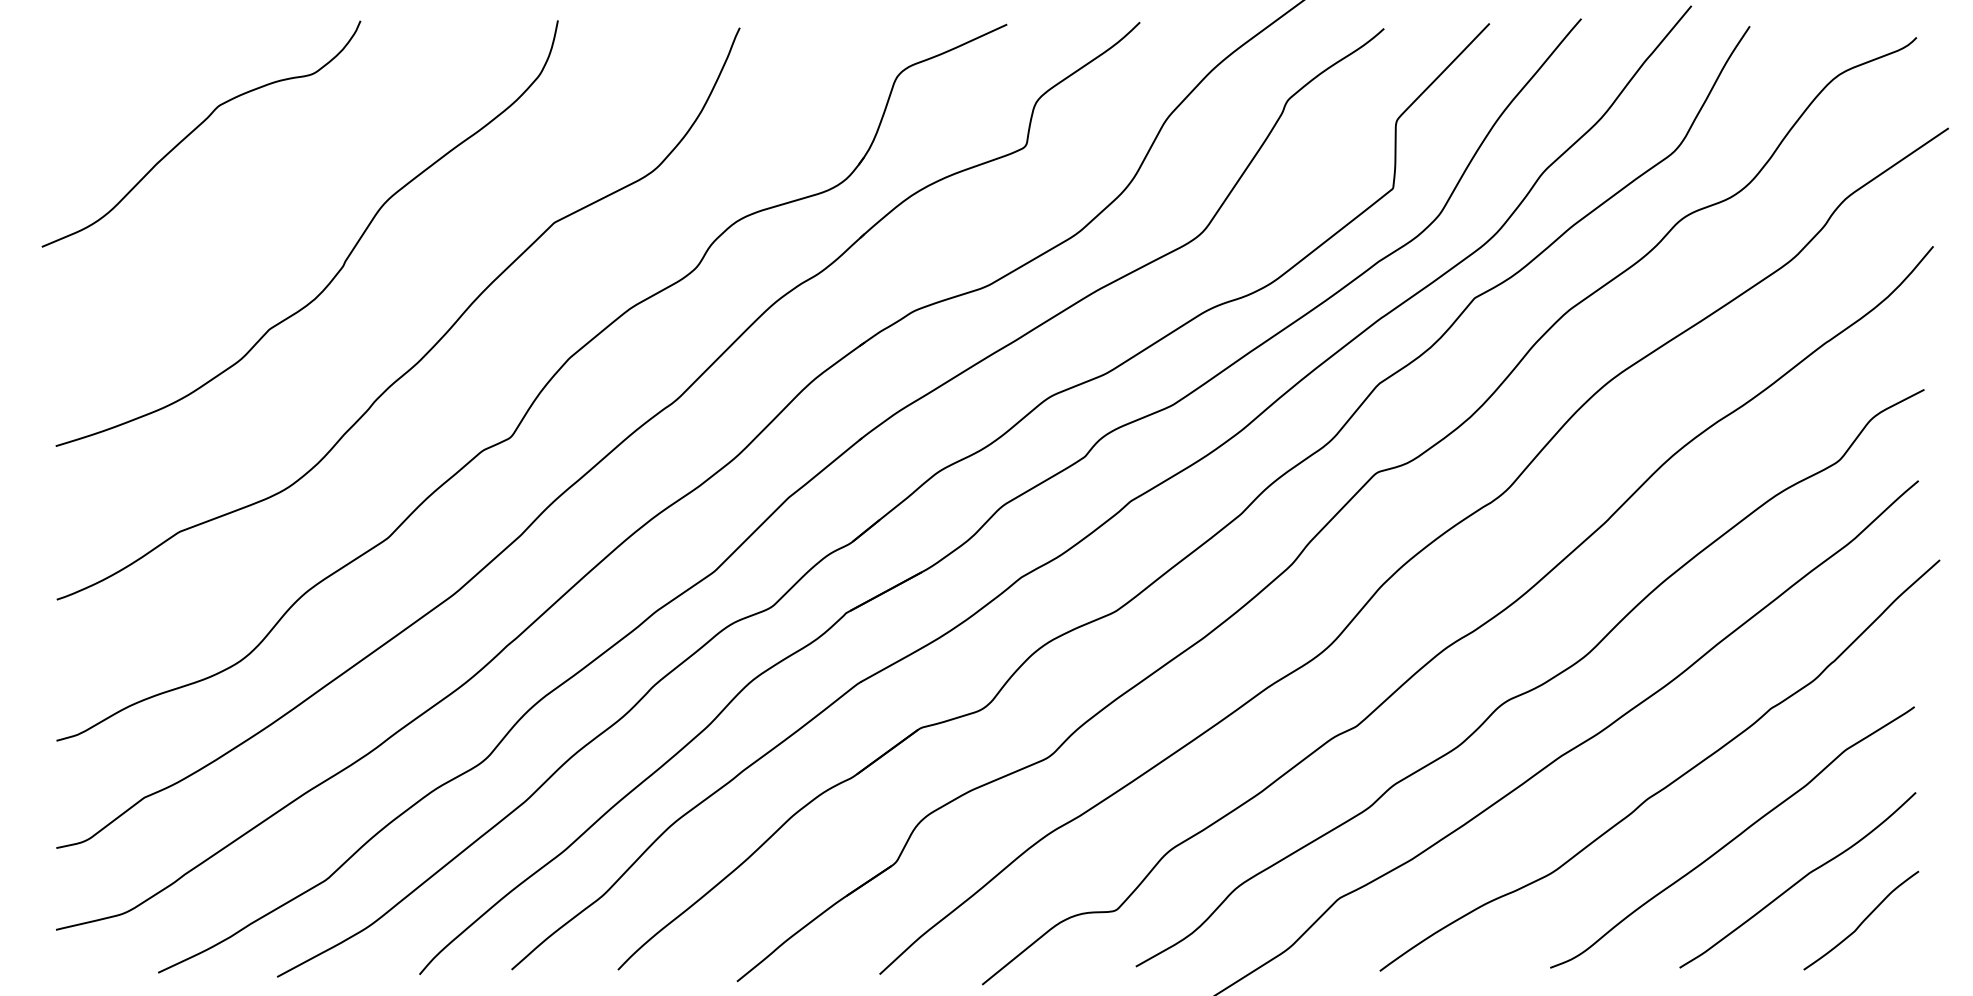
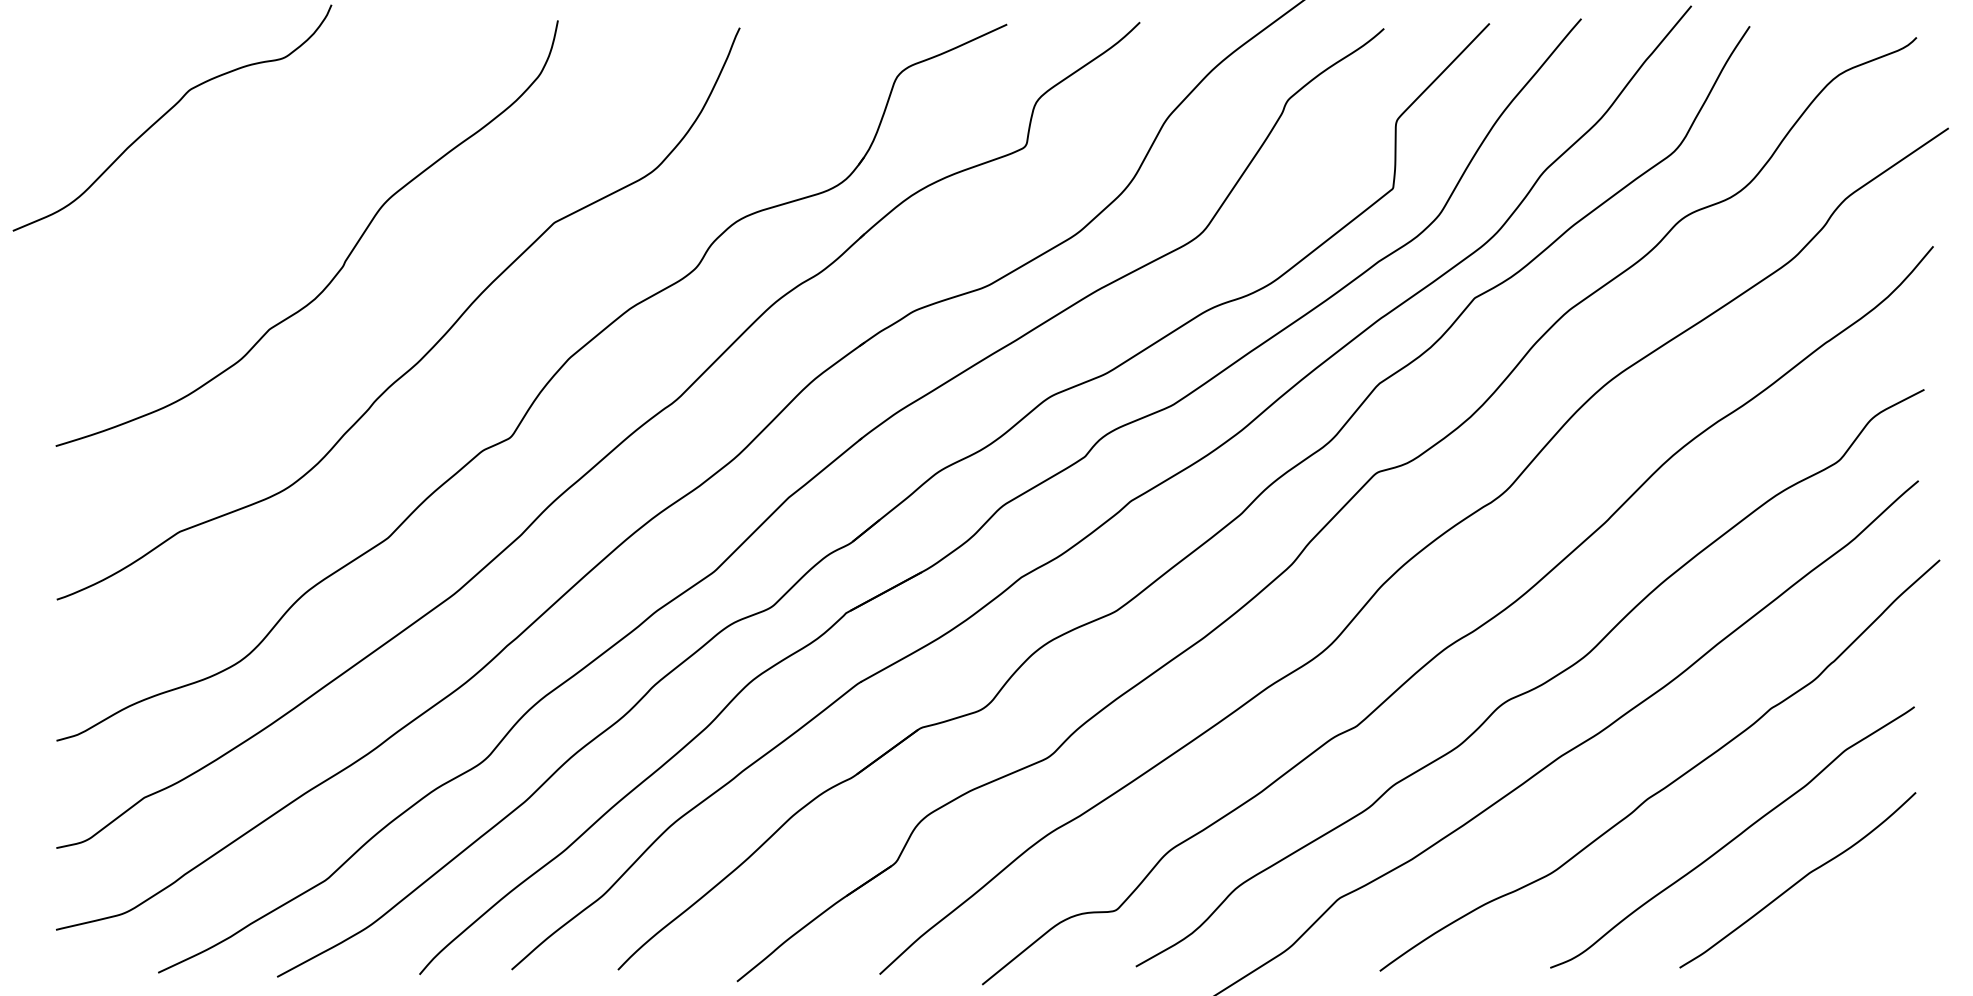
curve at (197, 128) position: (197, 128) -> (168, 112)
curve at (1862, 920): present -> none
